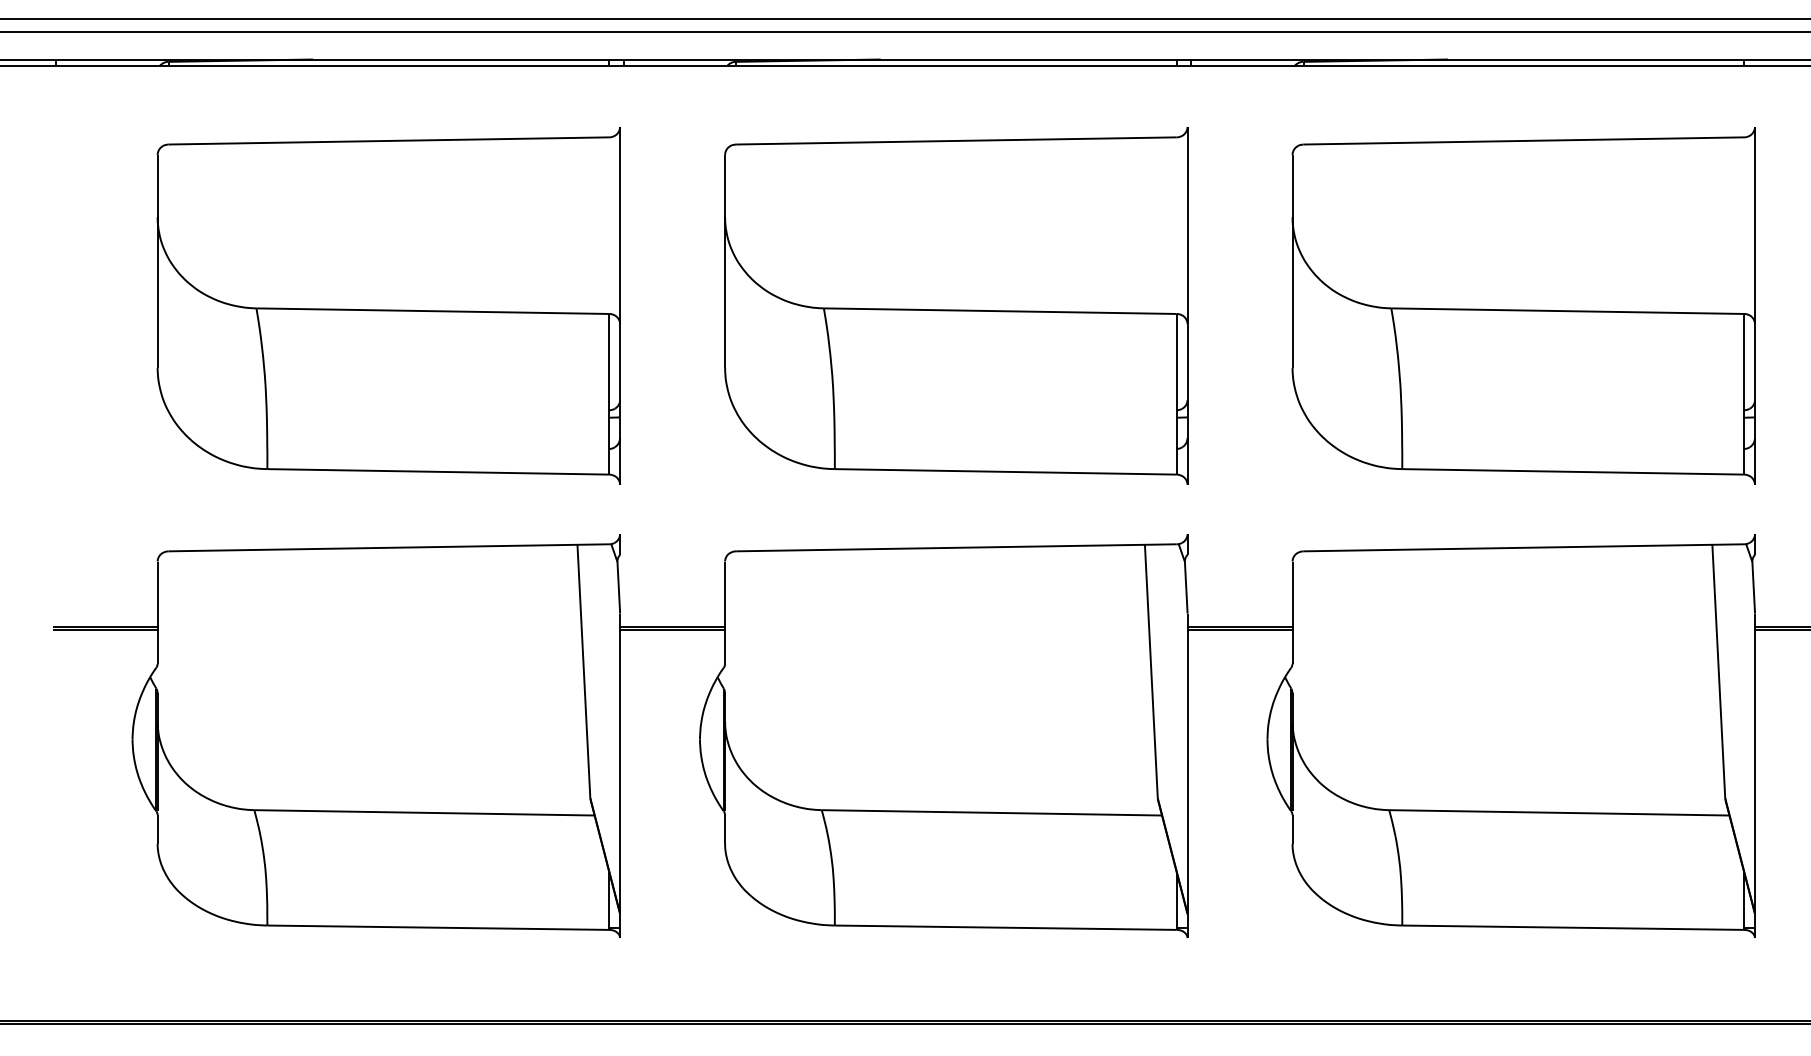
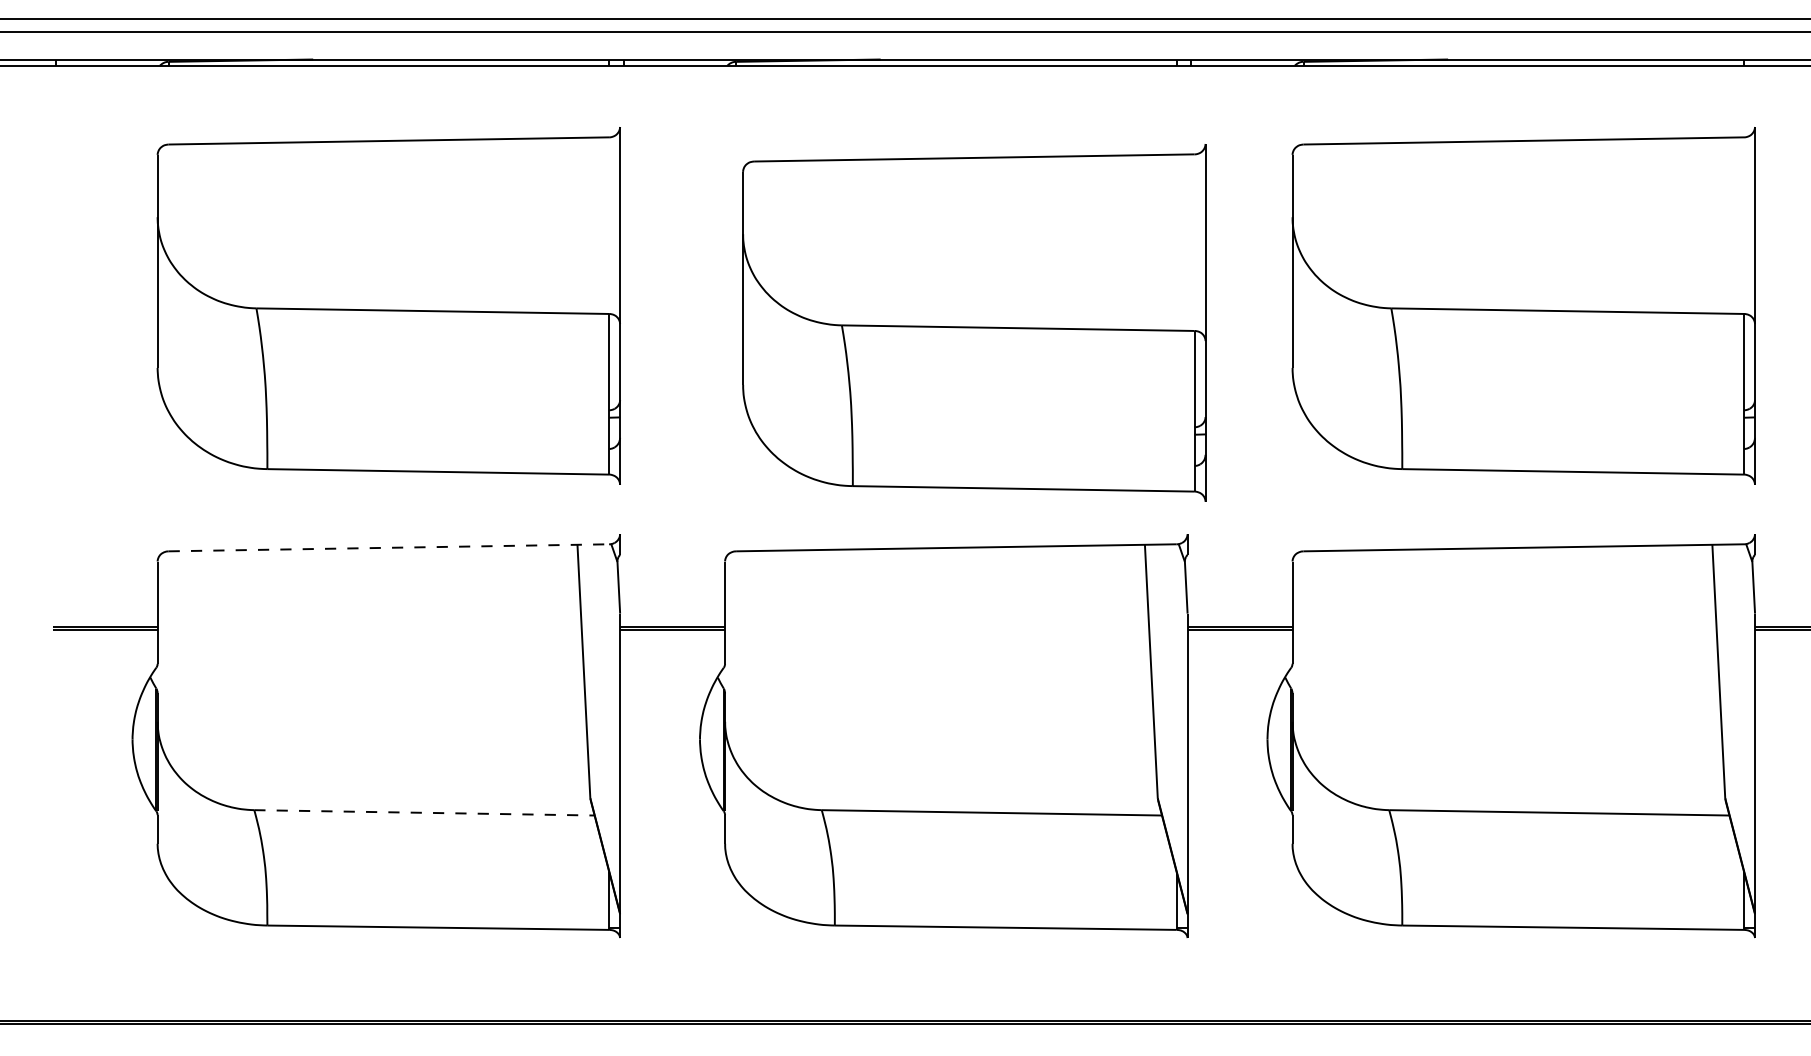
part at (956, 305) position: (956, 305) -> (974, 322)
line at (389, 547): solid -> dashed
line at (424, 812): solid -> dashed
